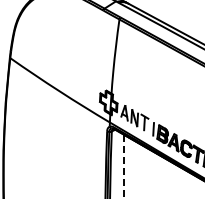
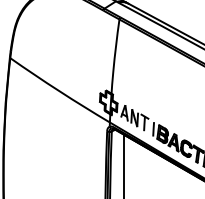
line at (124, 166): dashed -> solid
